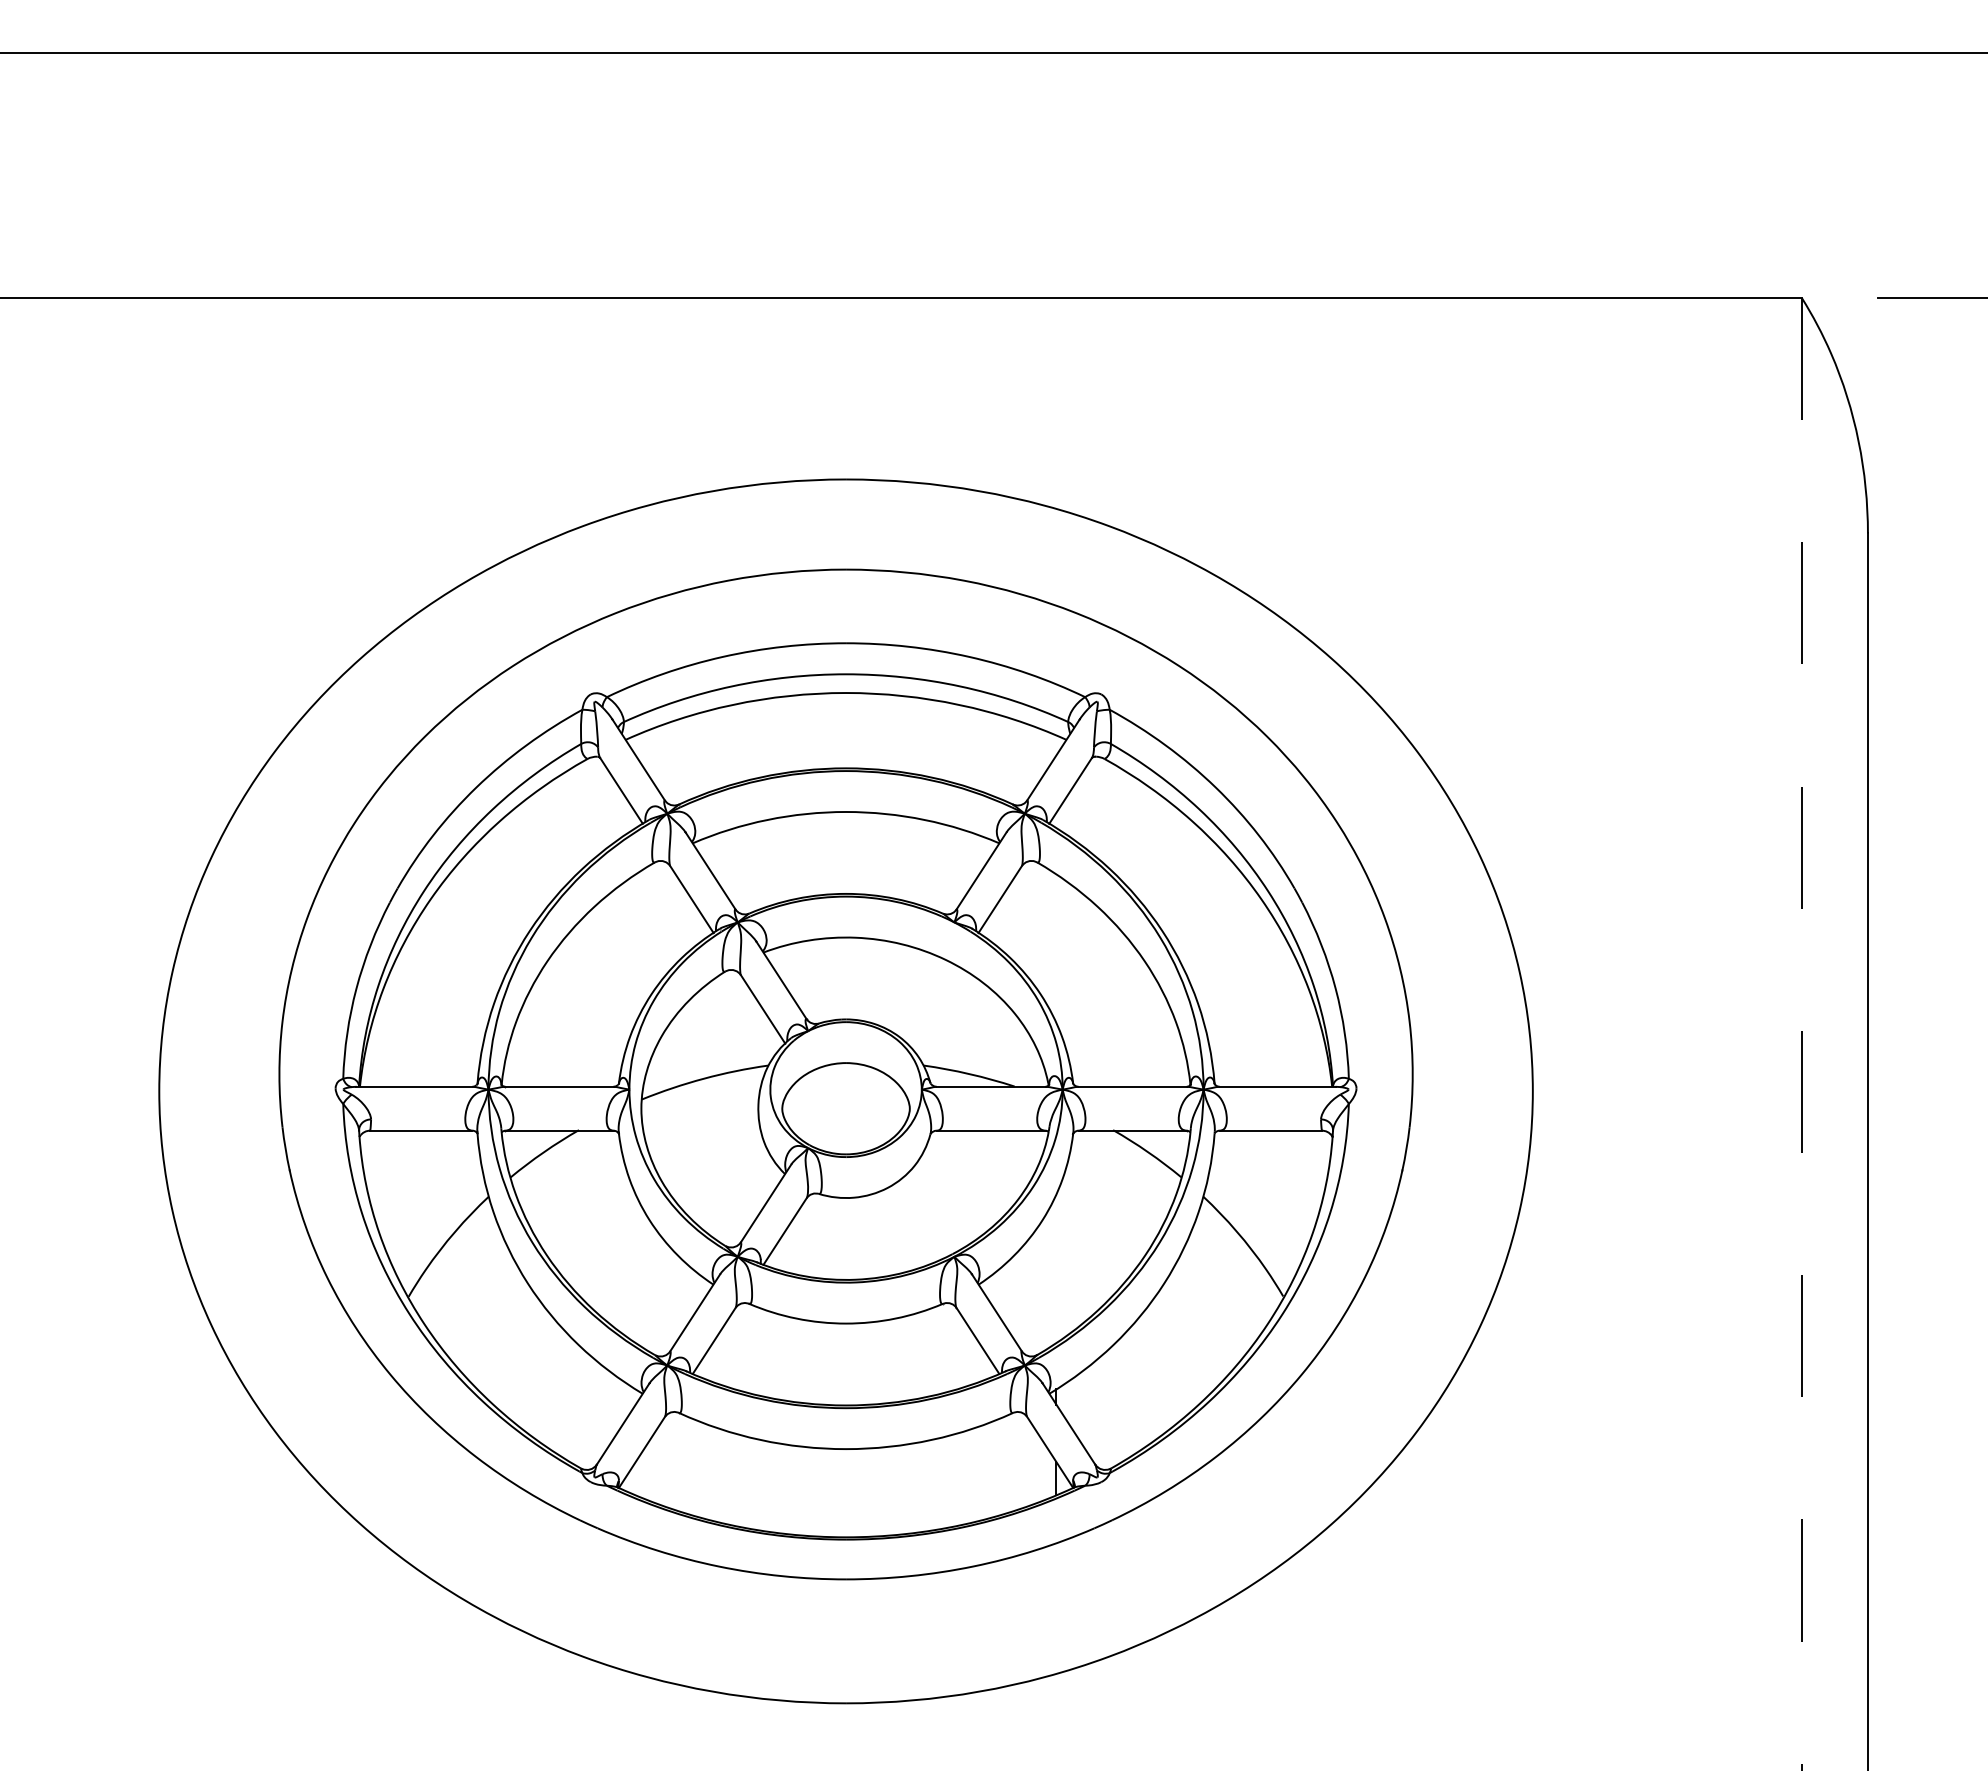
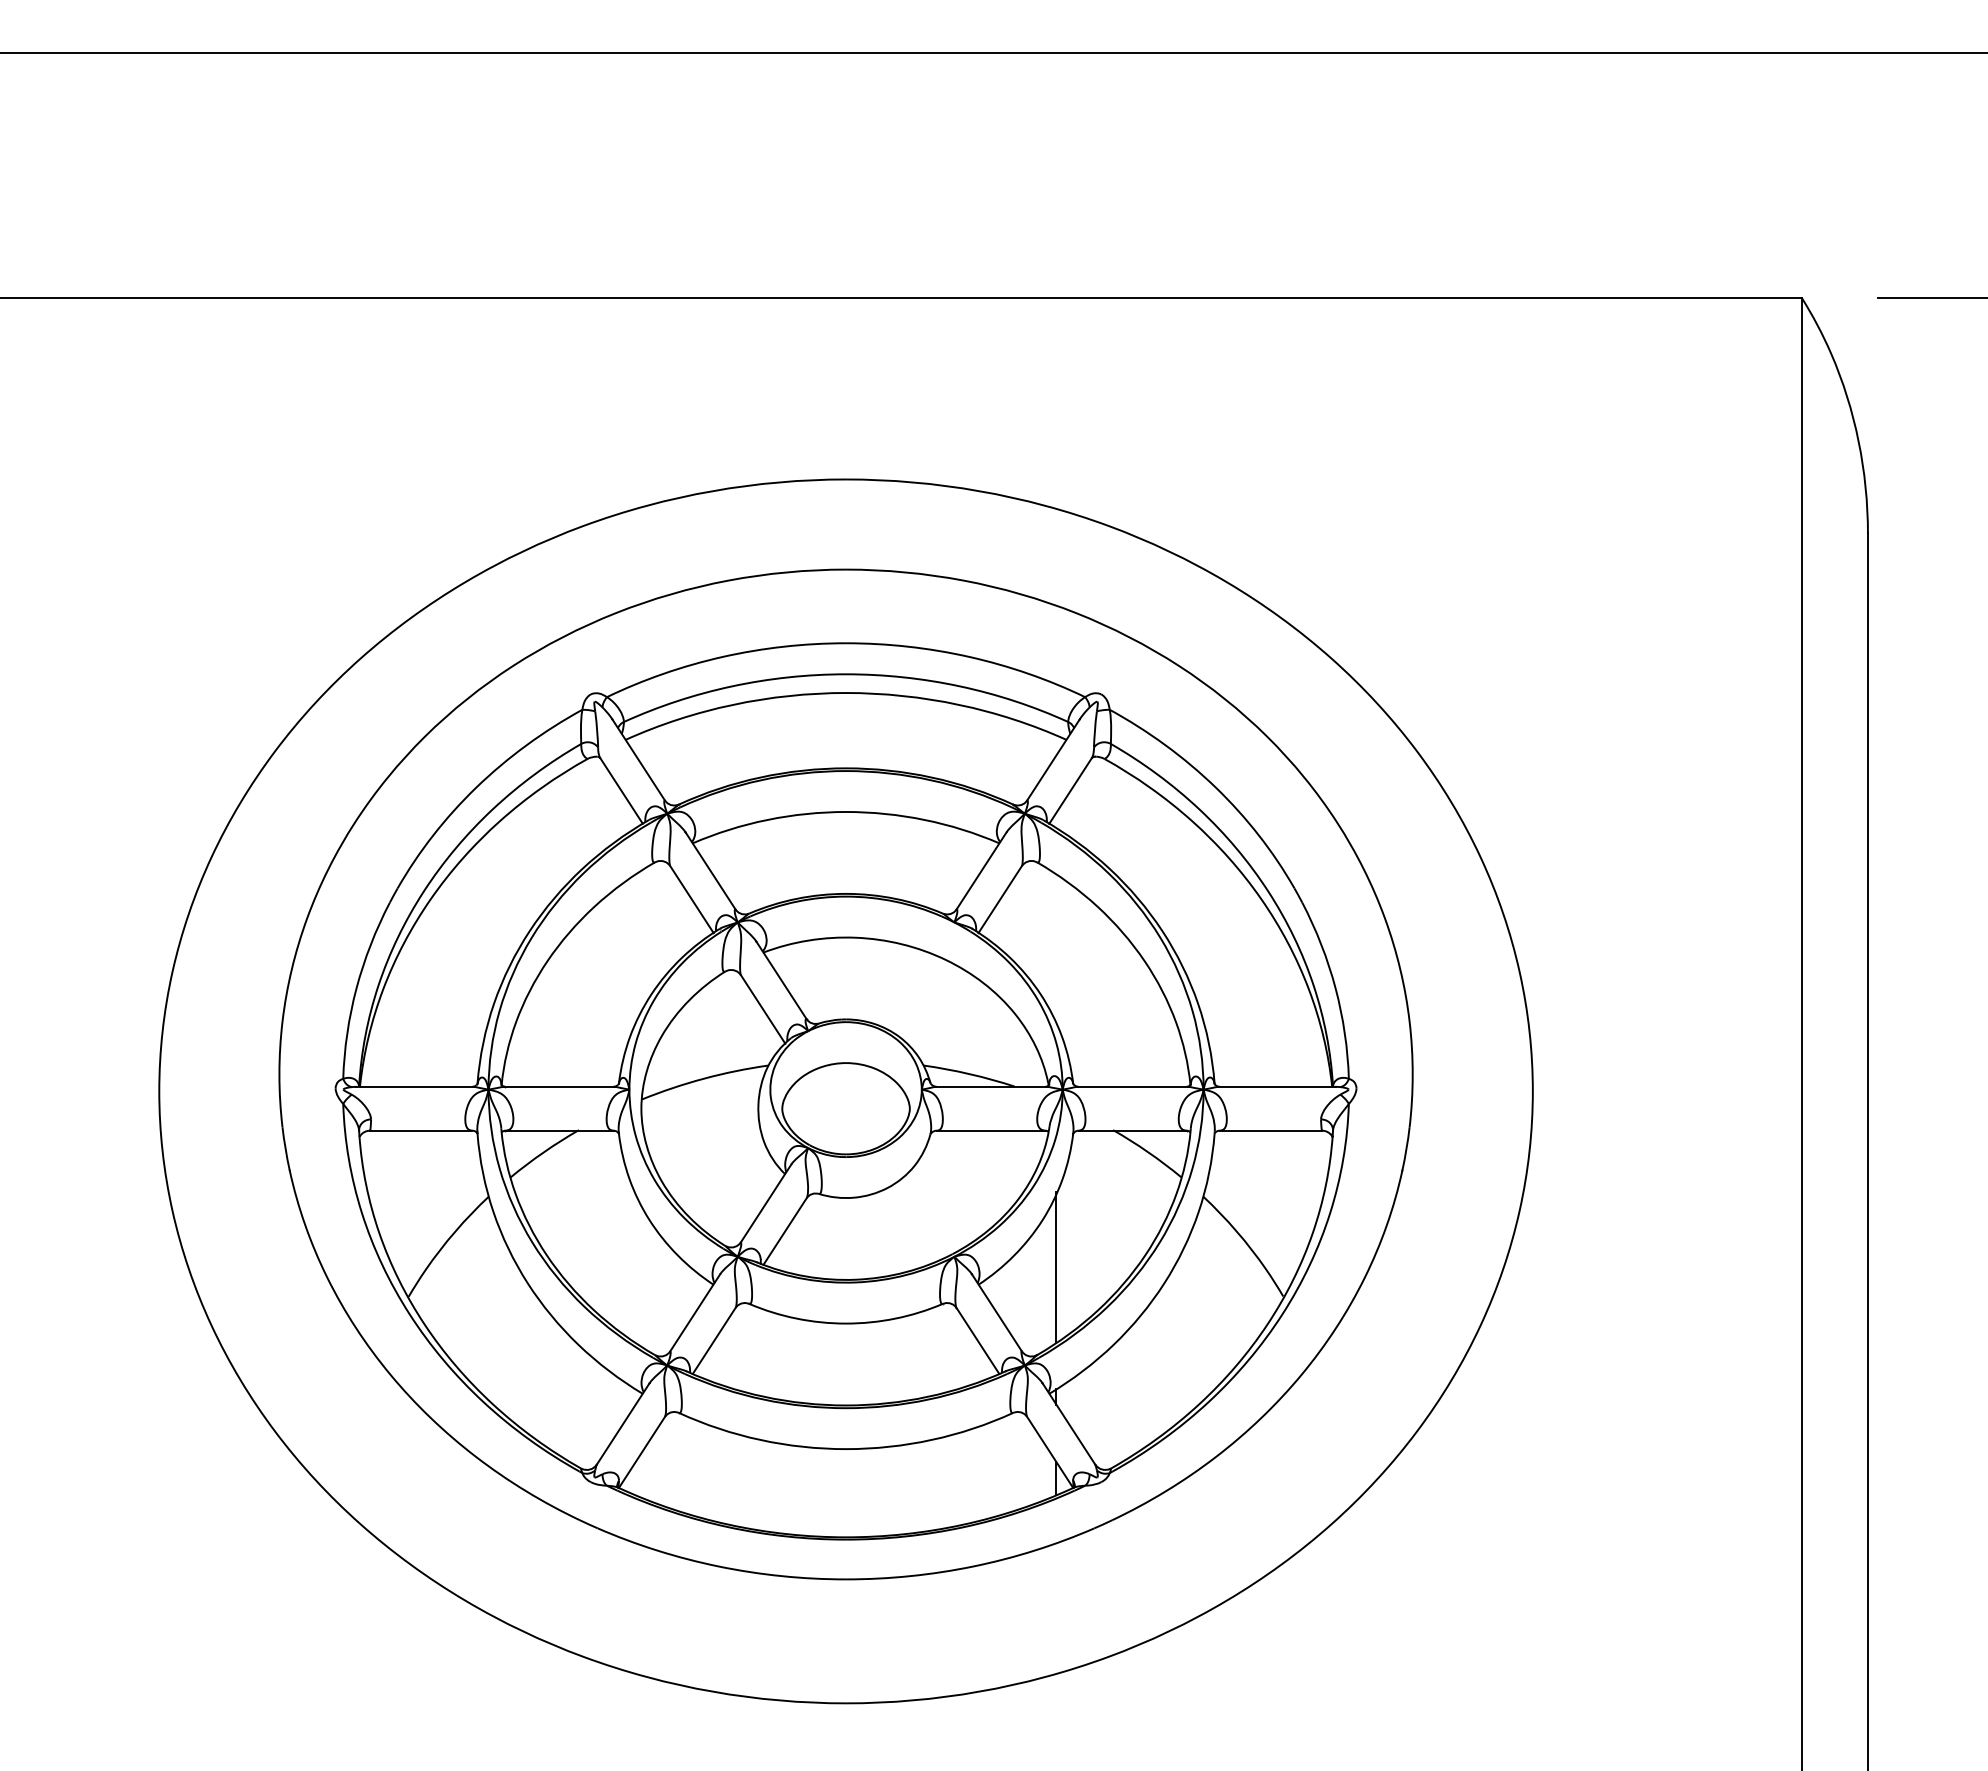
line at (1801, 1034): dashed -> solid
line at (1056, 1267): none -> present
